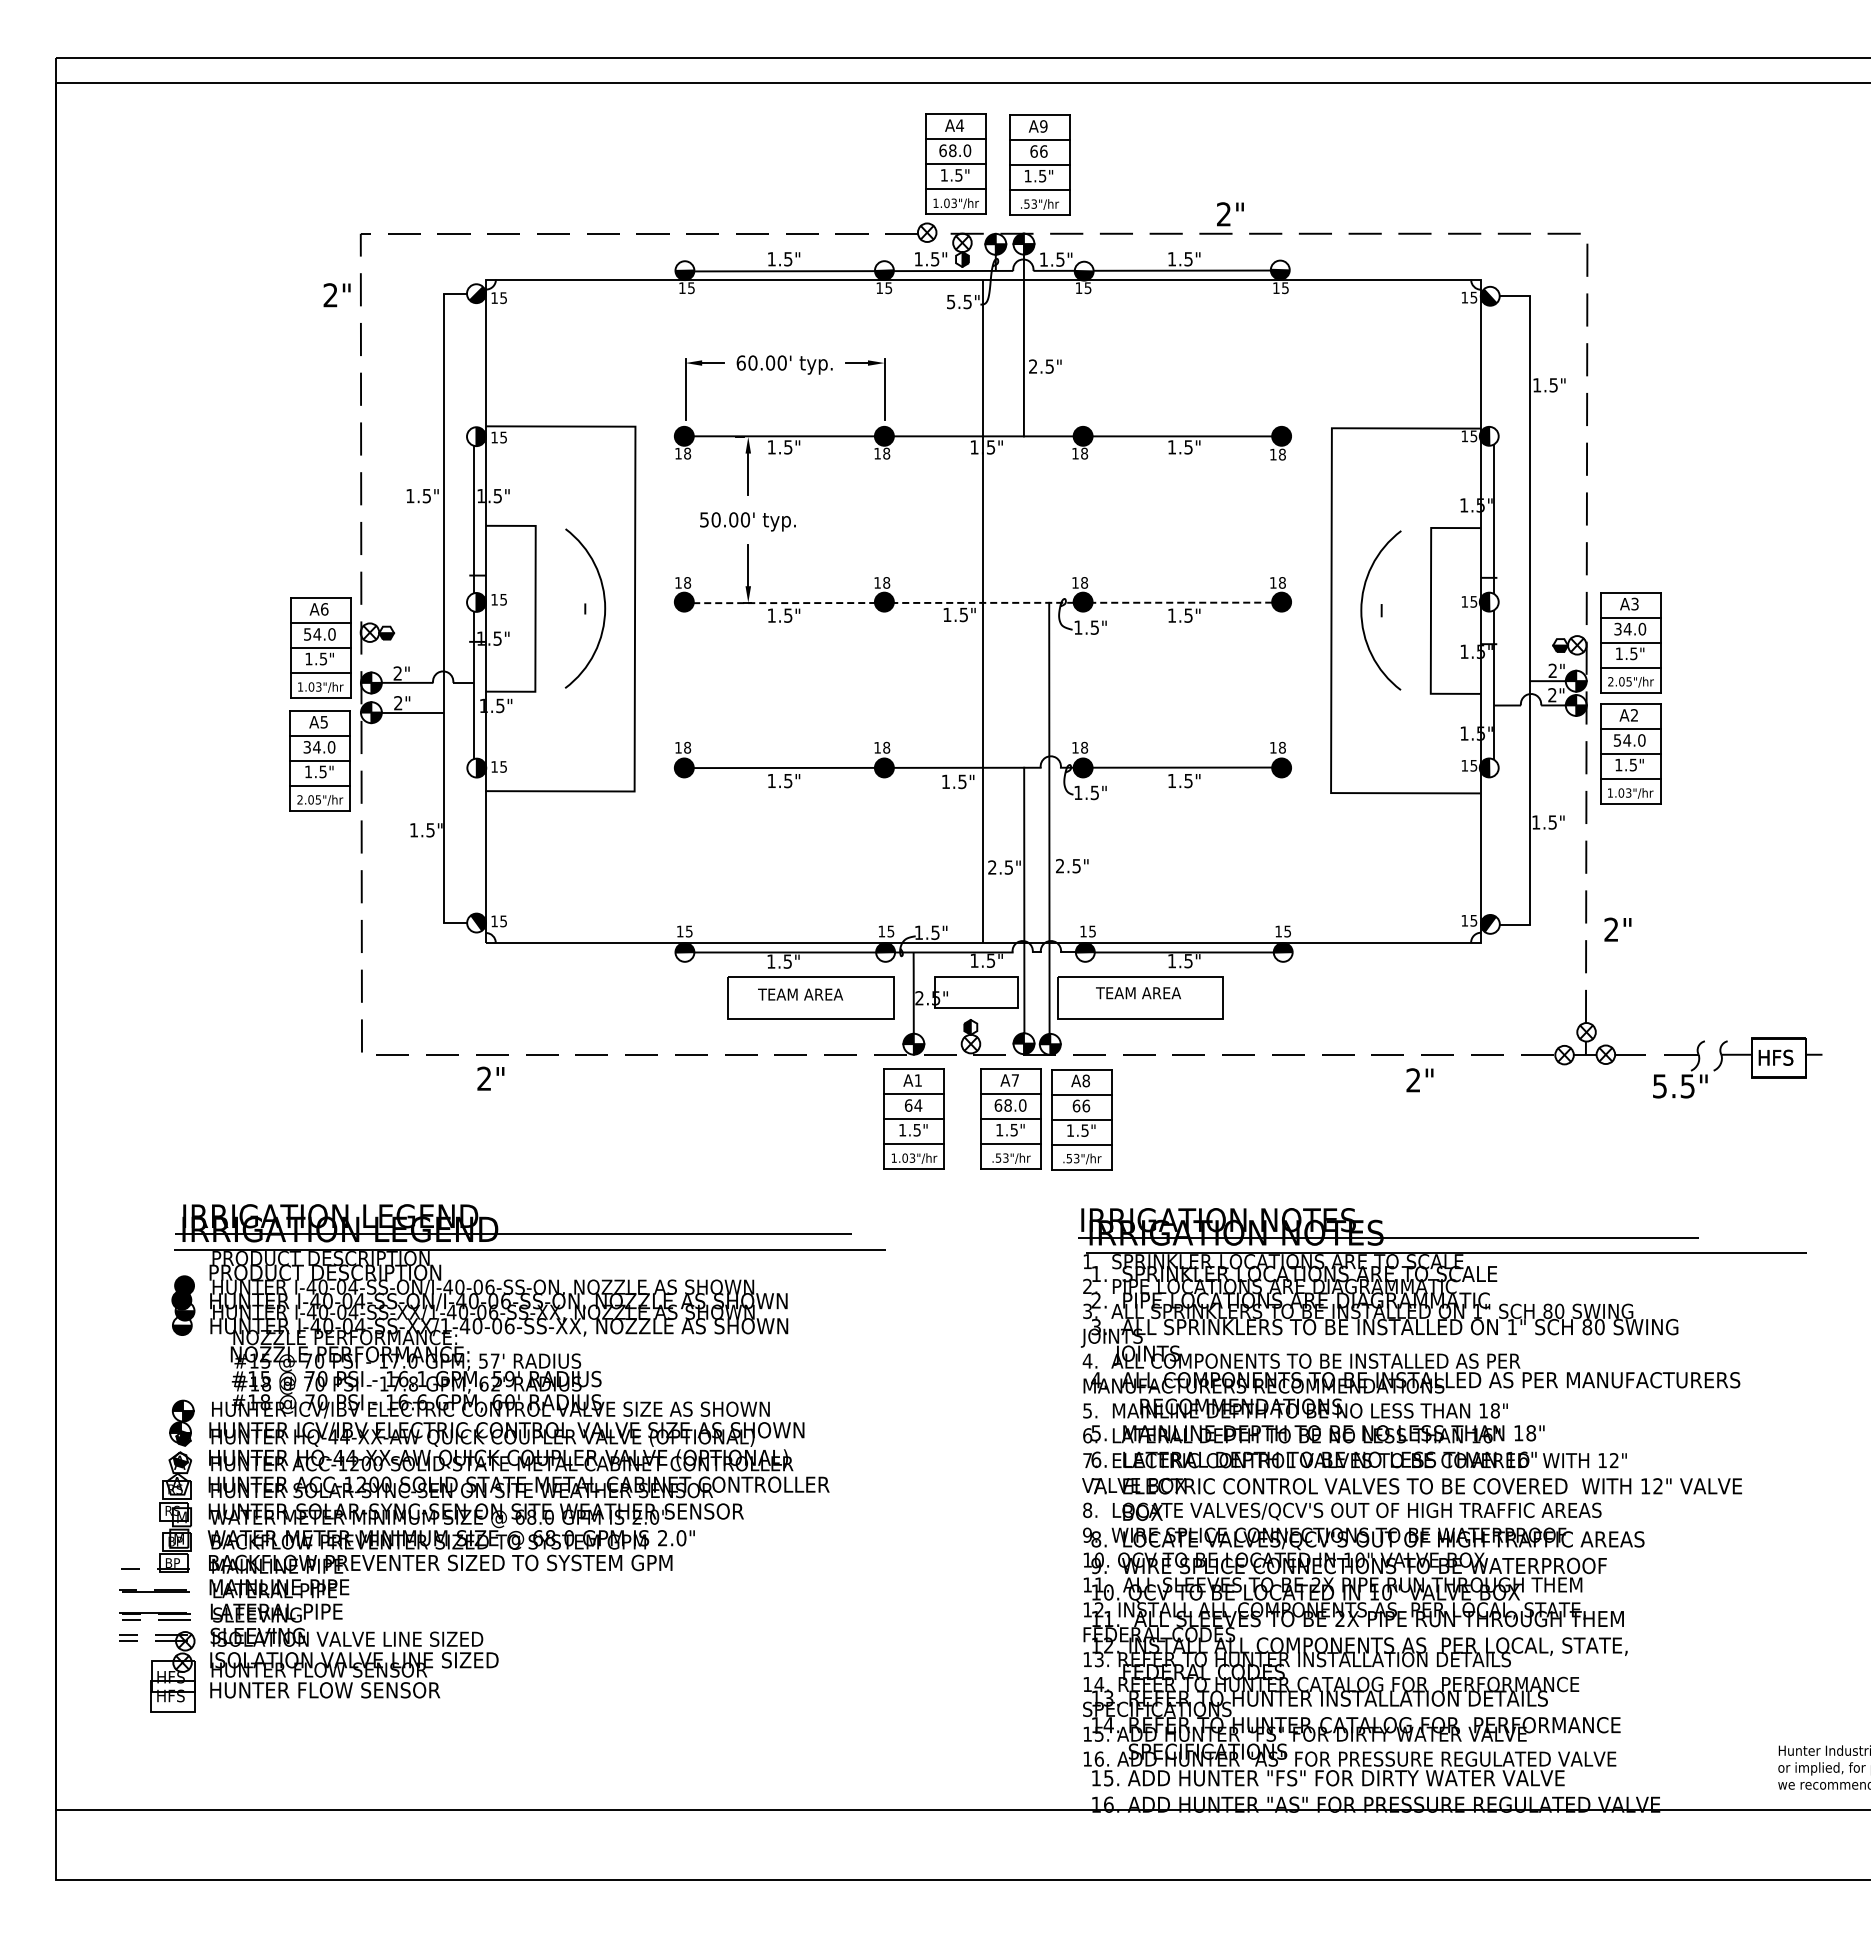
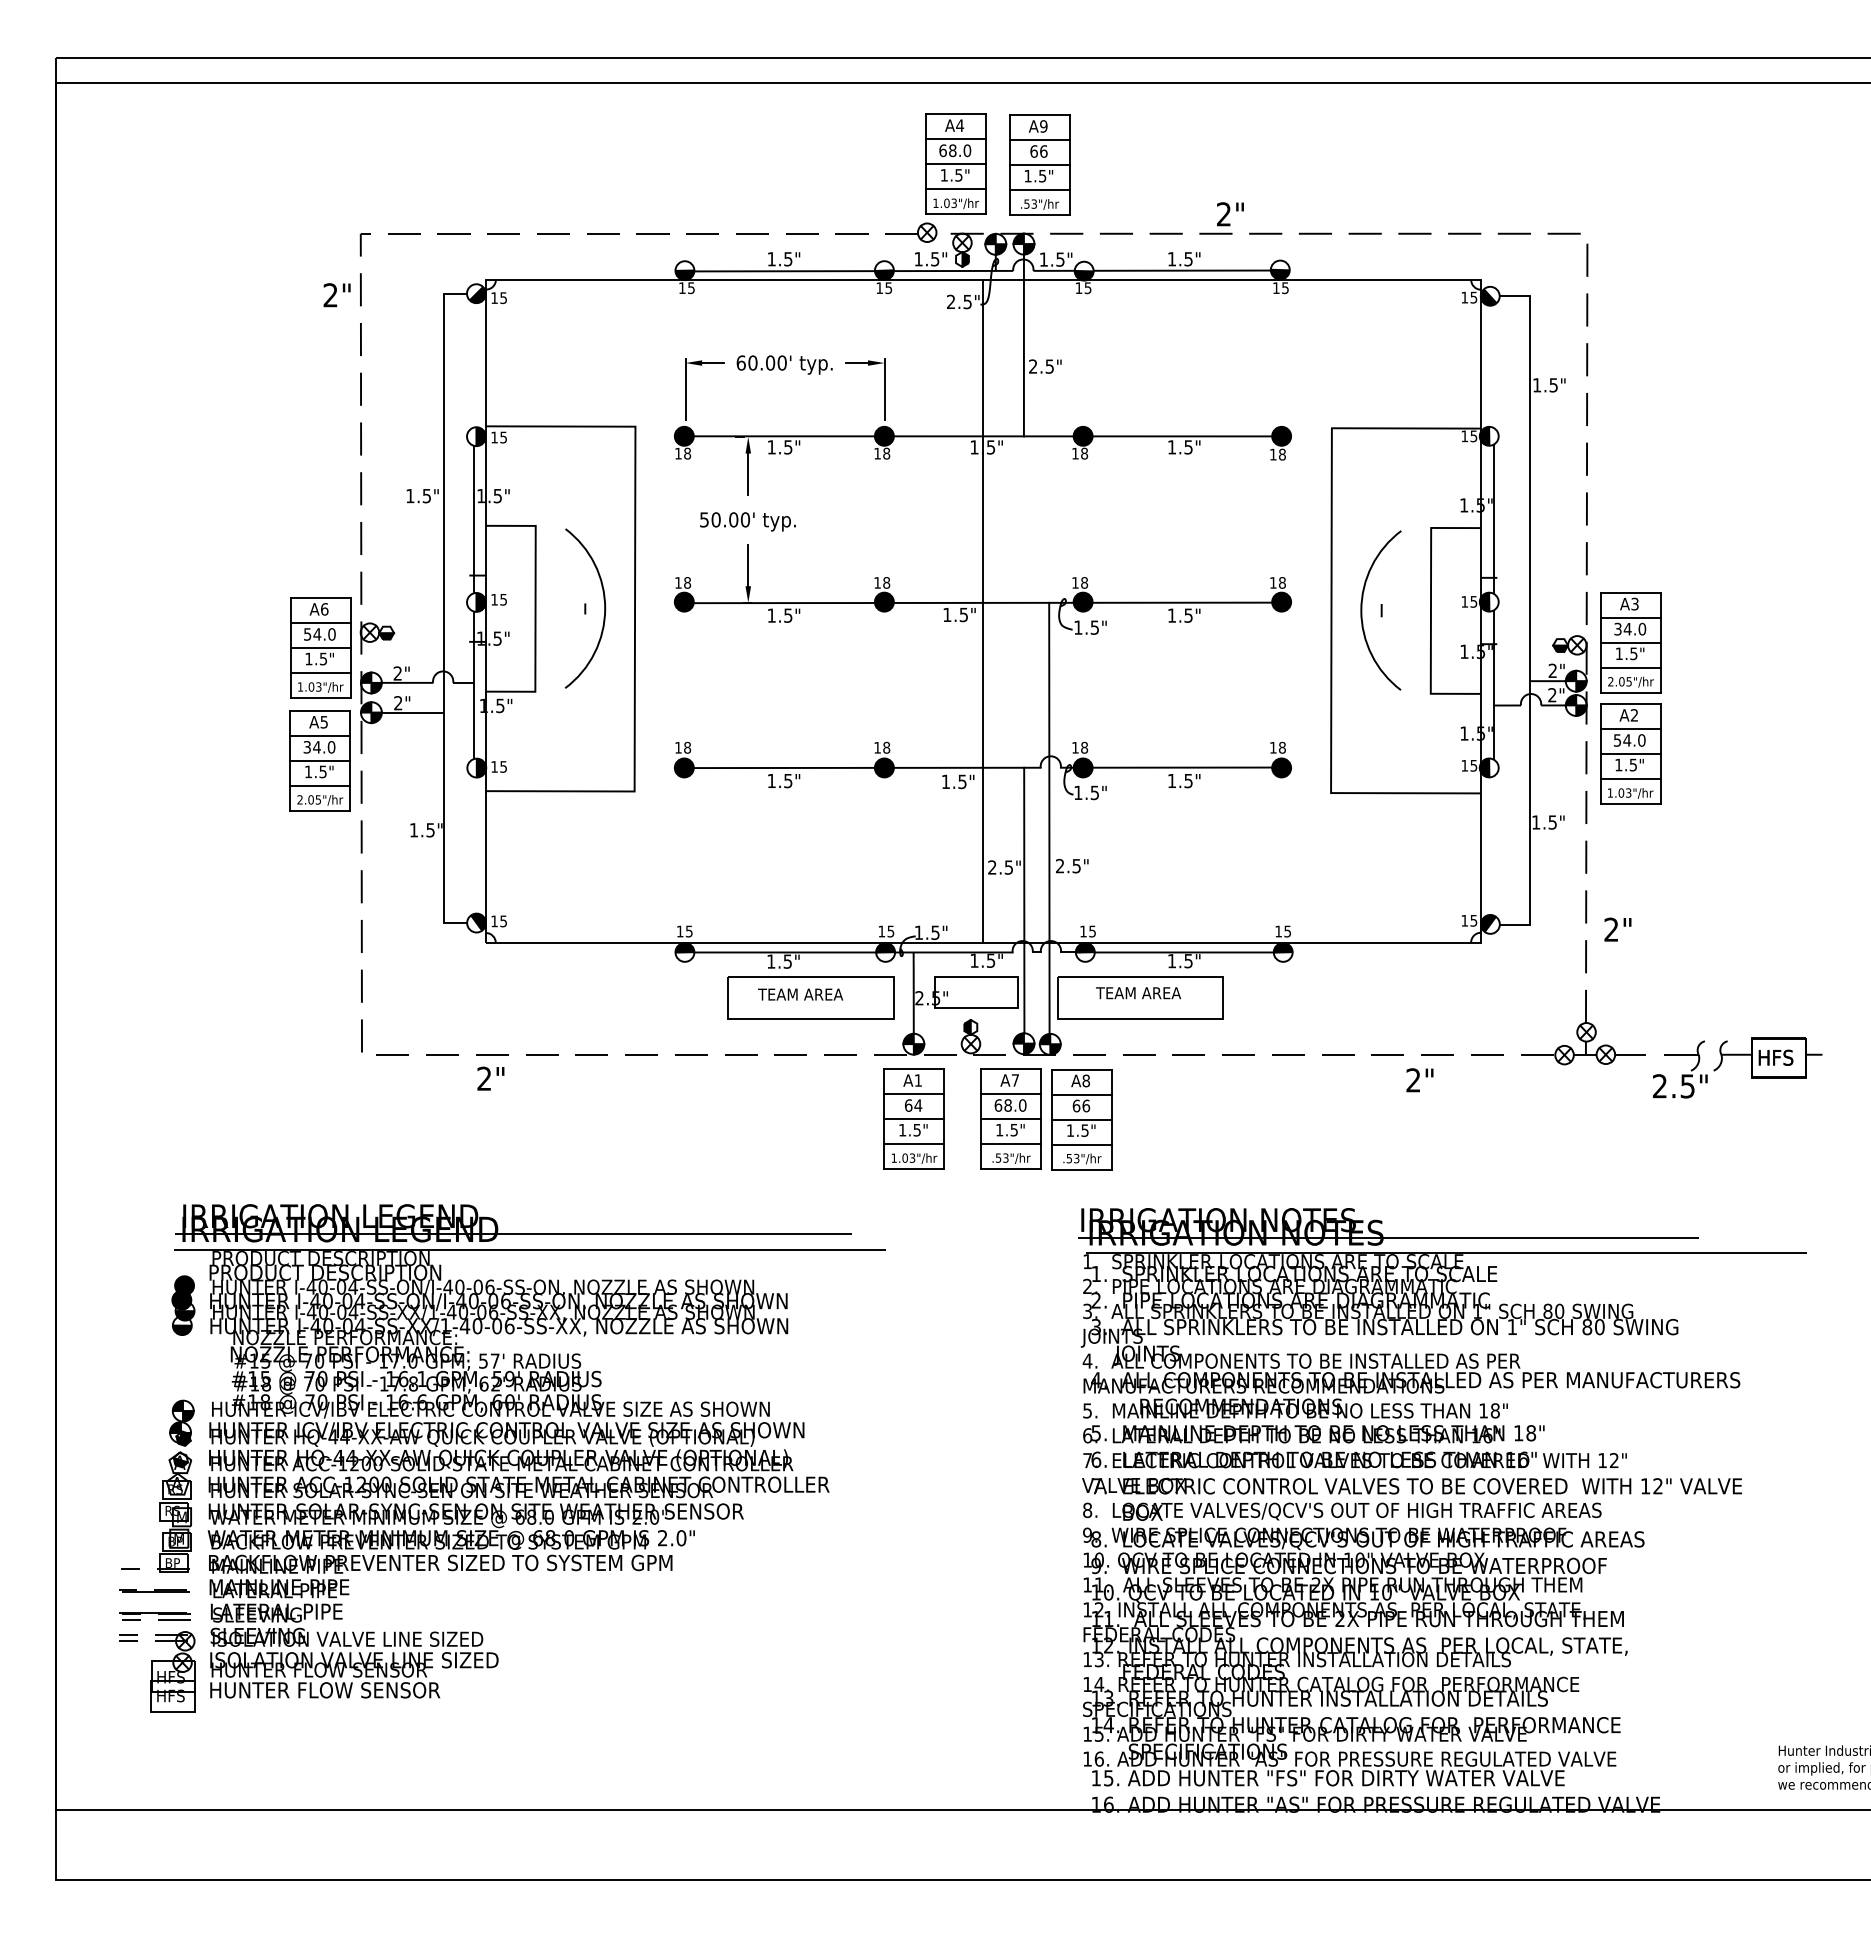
text at (951, 301): 5.5" -> 2.5"
line at (982, 602): dashed -> solid
text at (1659, 1086): 5.5" -> 2.5"
